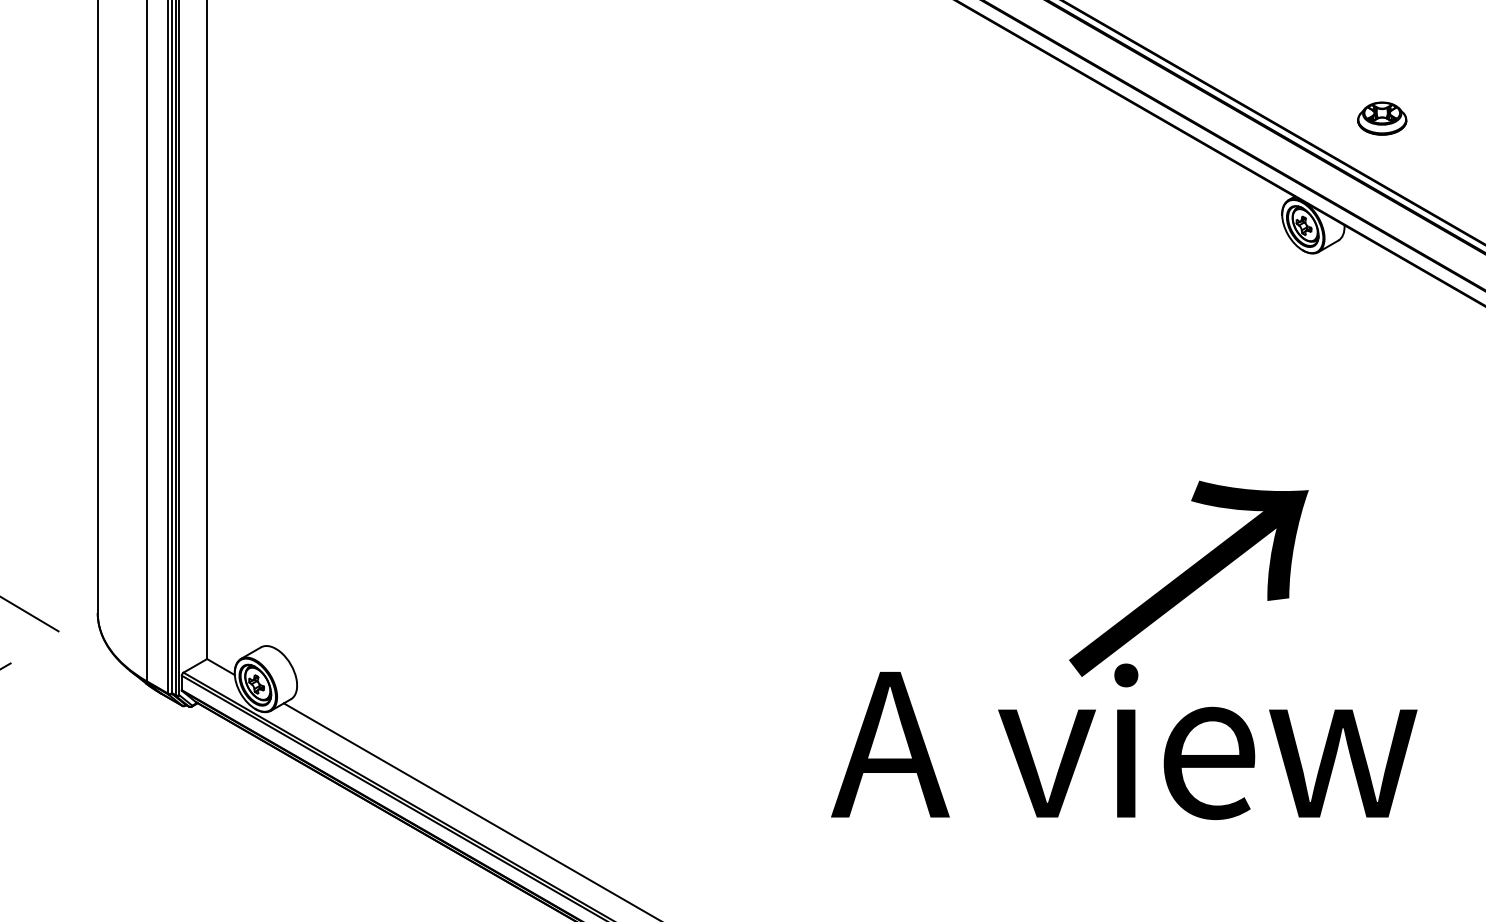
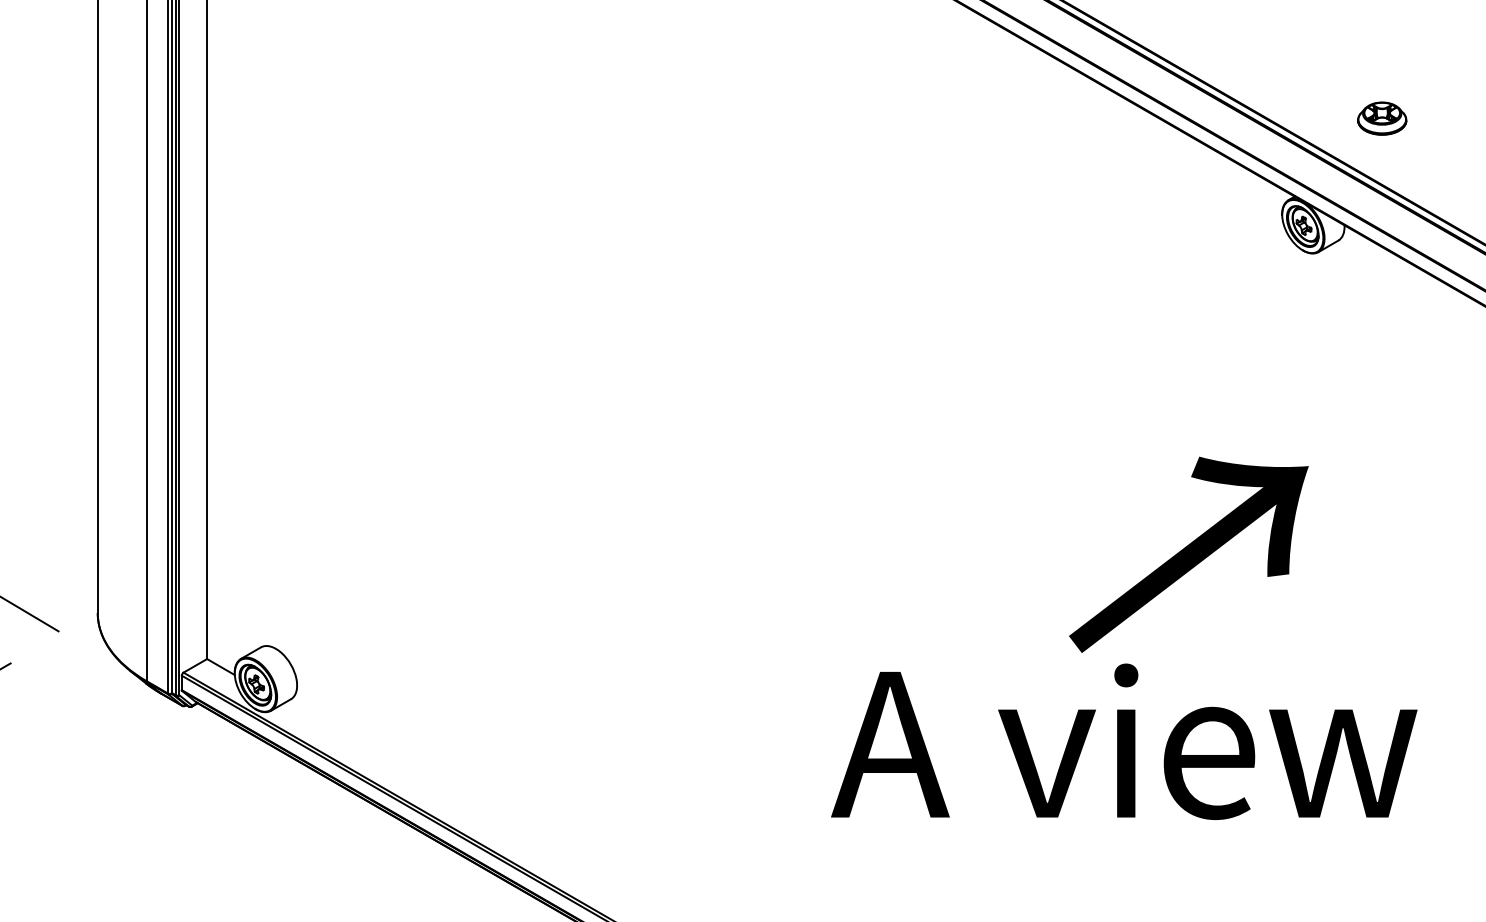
text at (1188, 578) position: (1188, 578) -> (1188, 554)
line at (469, 810): present -> none
